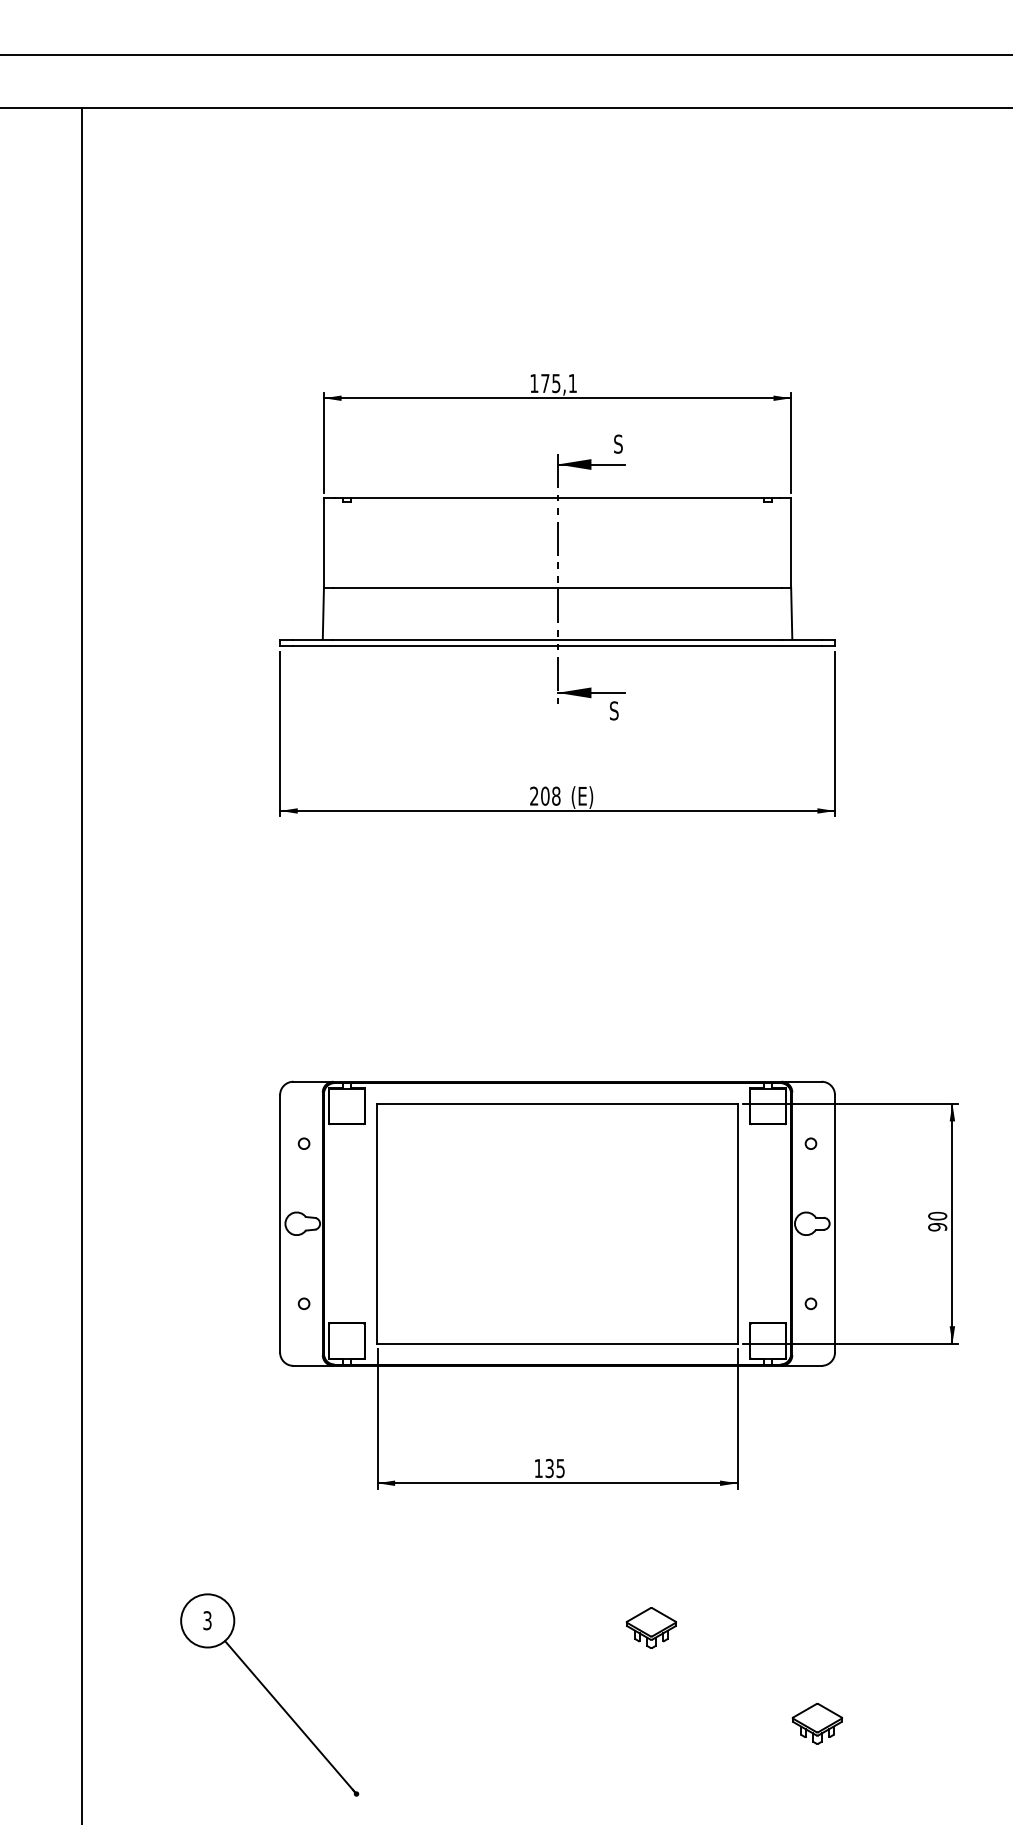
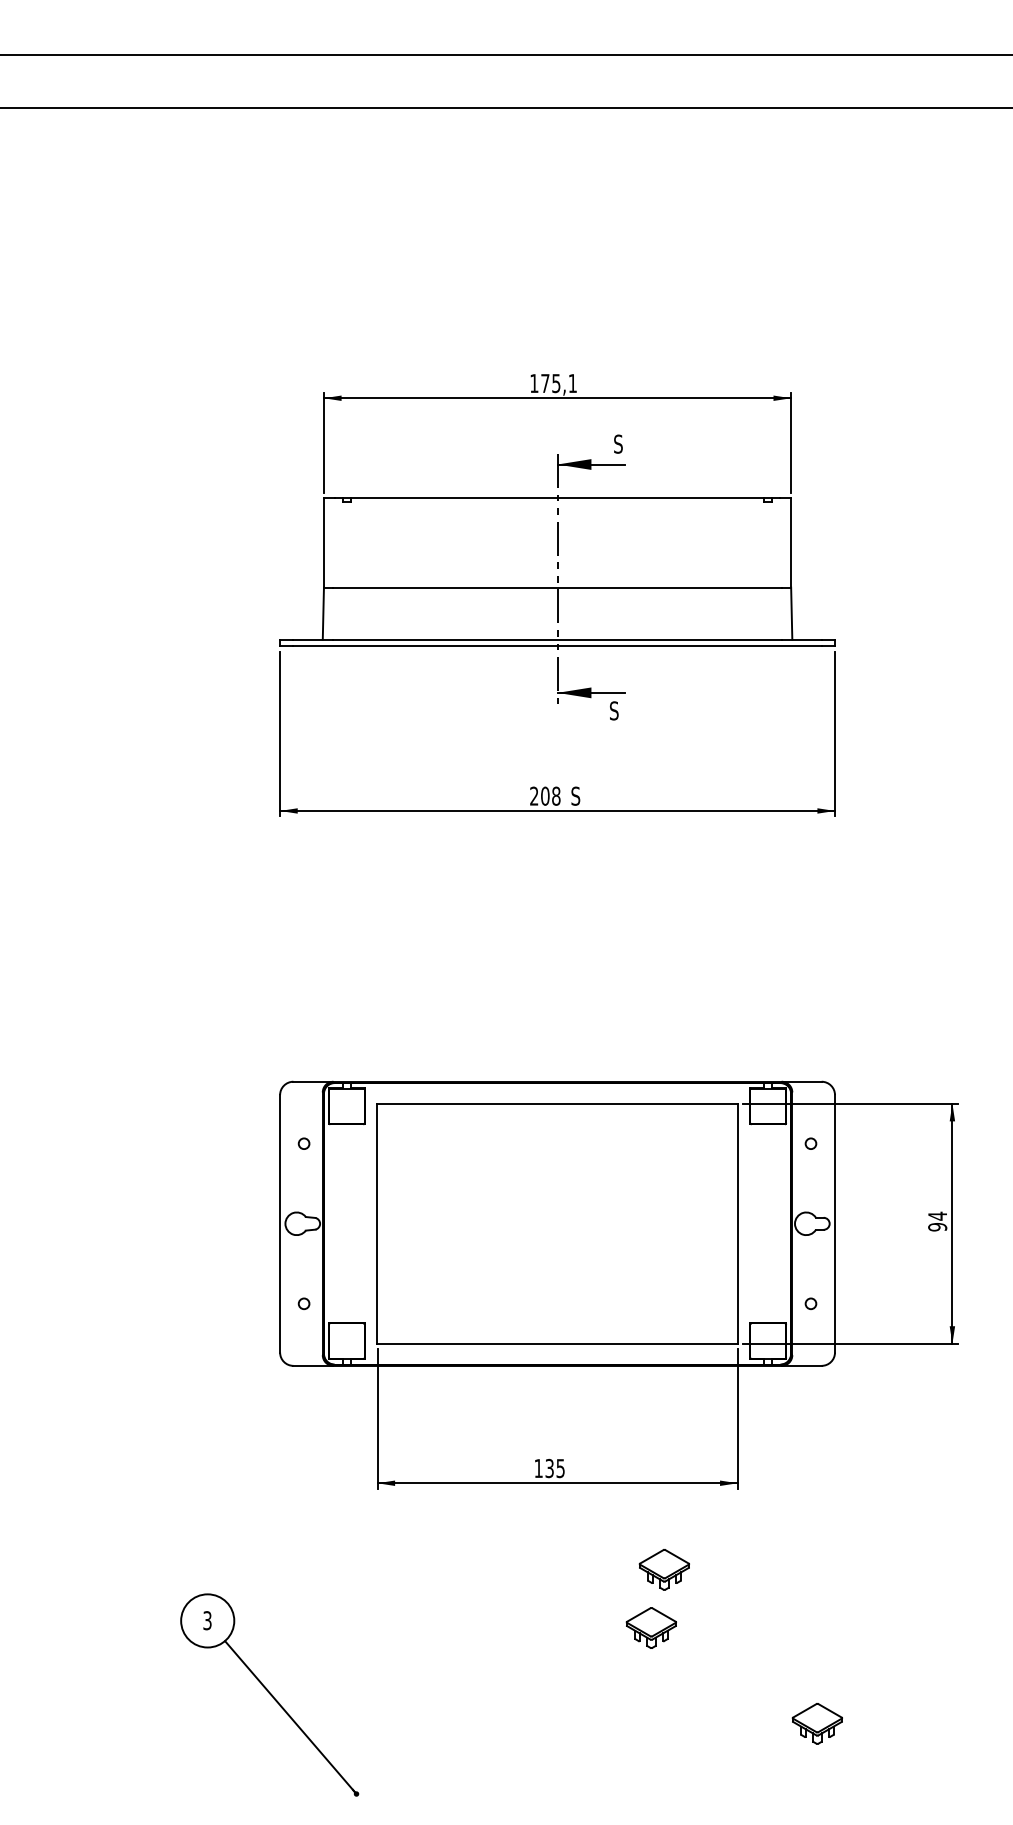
text at (582, 797): (E) -> S
line at (82, 964): present -> none
text at (937, 1215): 90 -> 94
part at (663, 1569): none -> present
